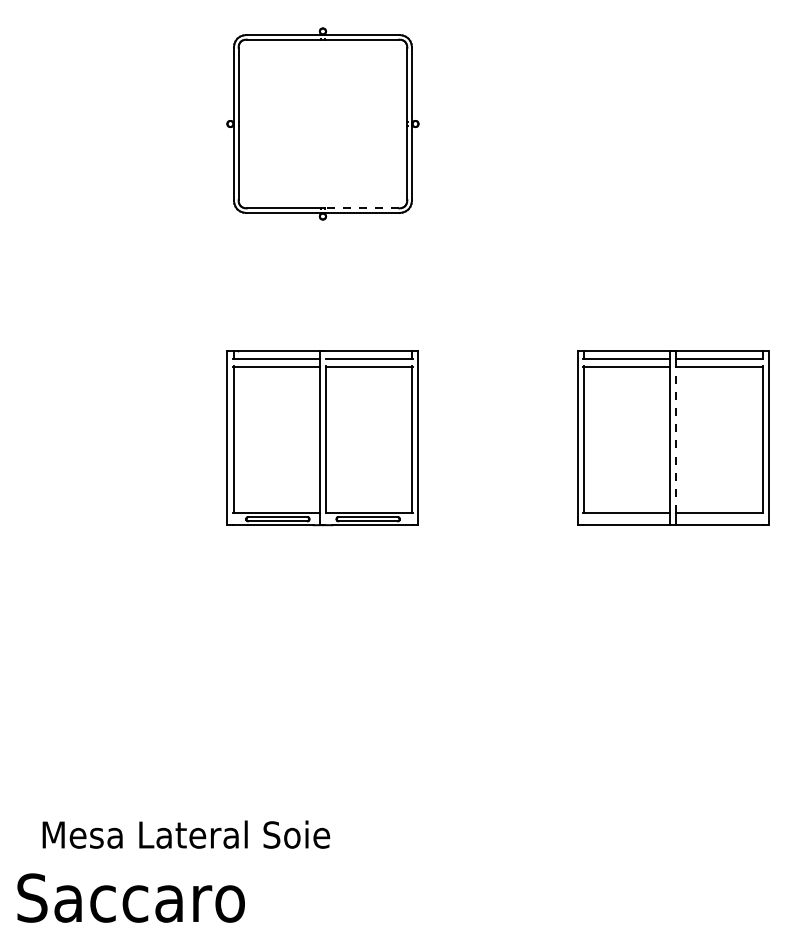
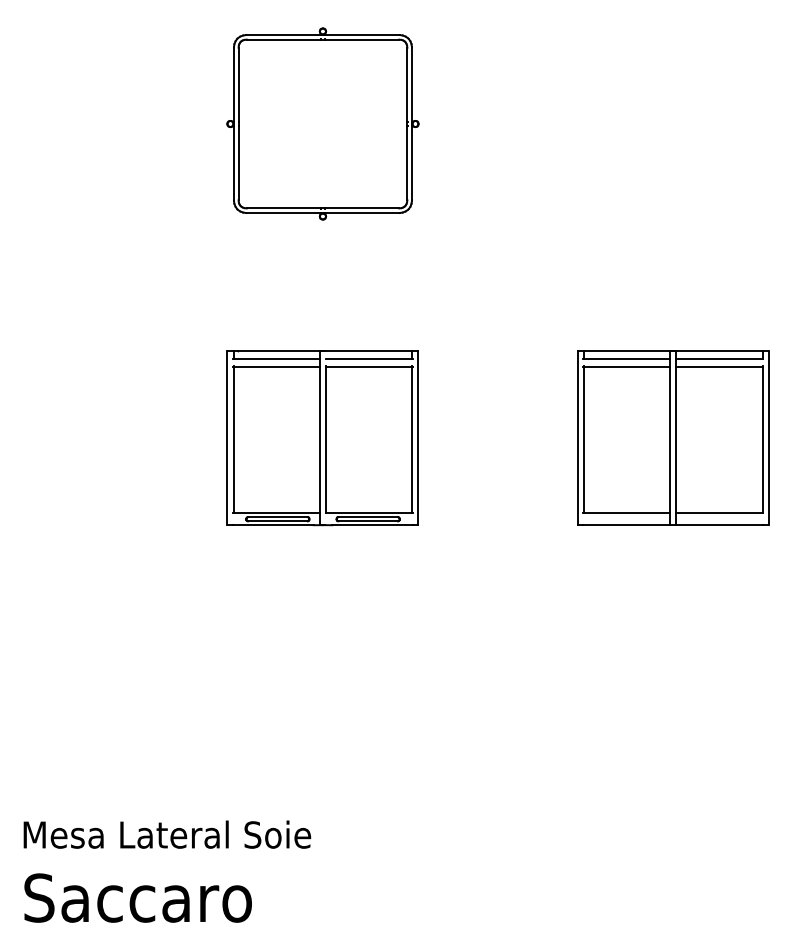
line at (361, 208): dashed -> solid
line at (676, 439): dashed -> solid
text at (186, 834) position: (186, 834) -> (167, 834)
text at (130, 897) position: (130, 897) -> (137, 897)
